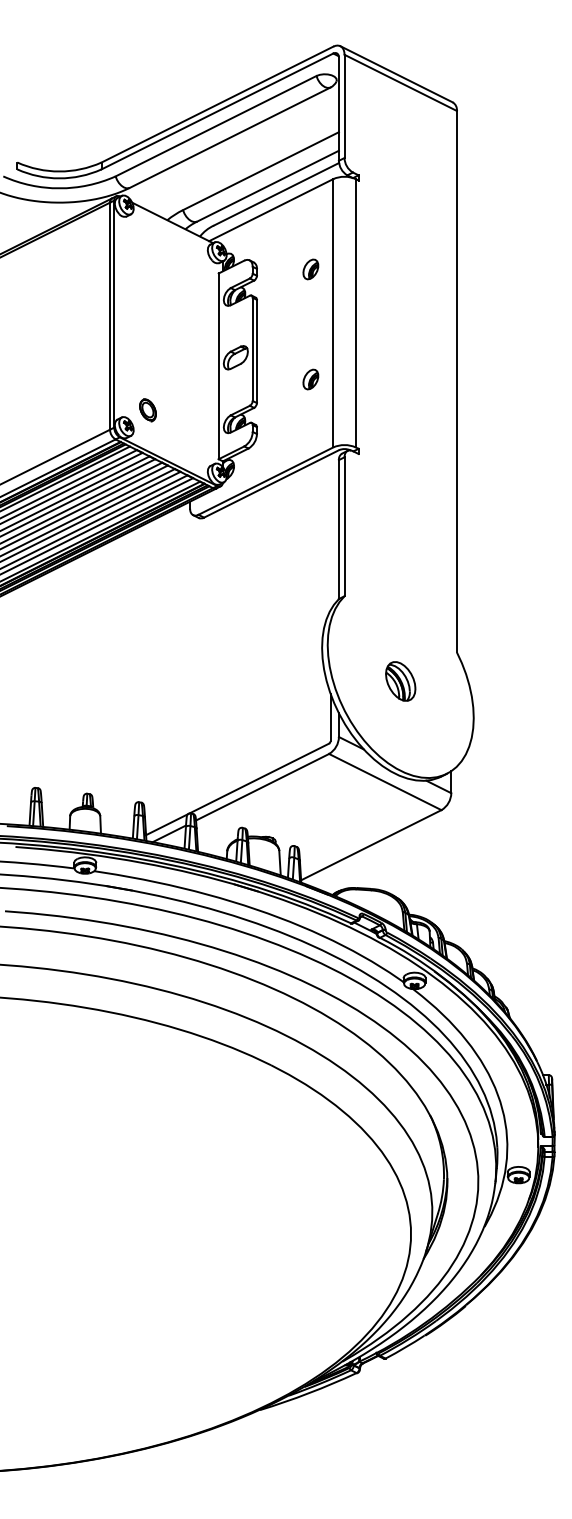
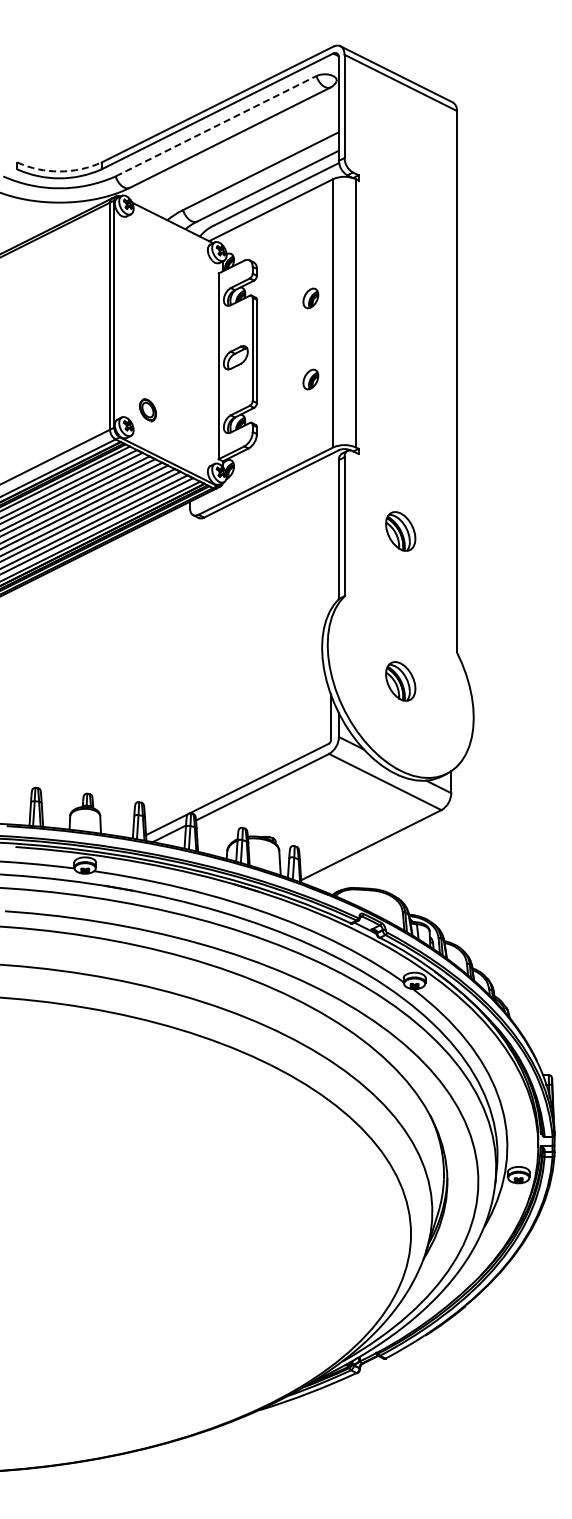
line at (216, 126): solid -> dashed
arc at (59, 171): solid -> dashed
part at (310, 269) position: (310, 269) -> (310, 298)
part at (400, 531): none -> present
